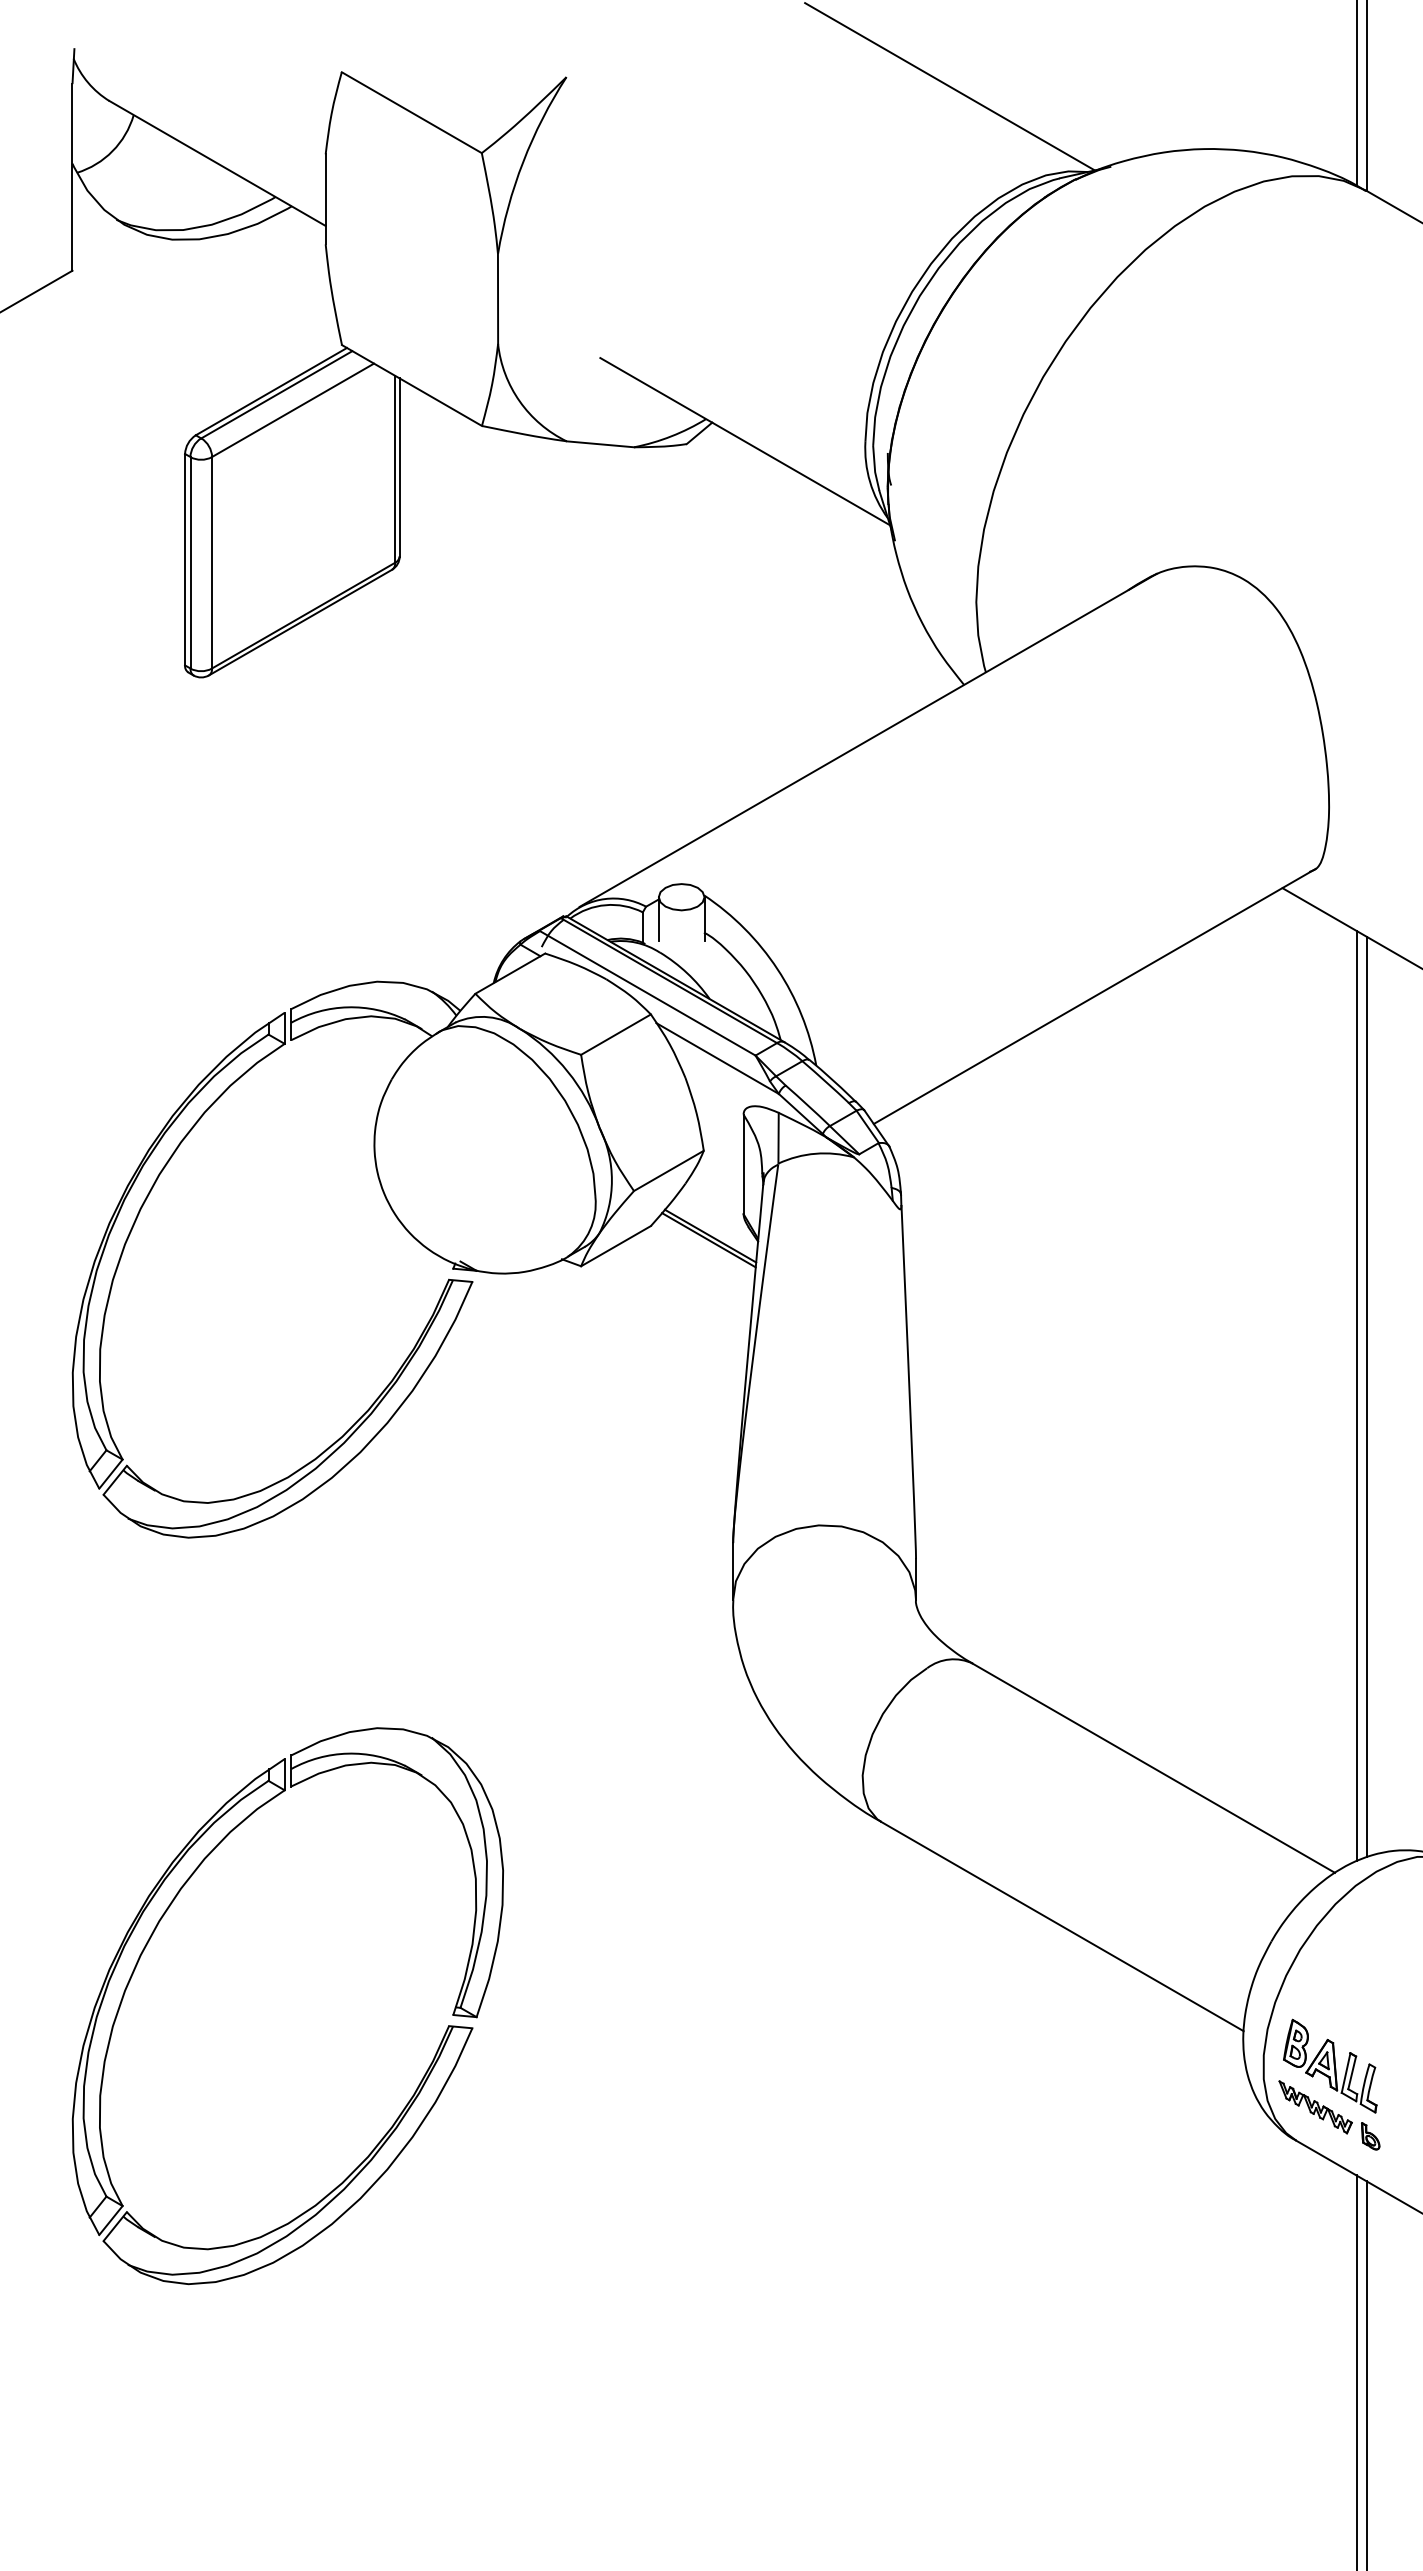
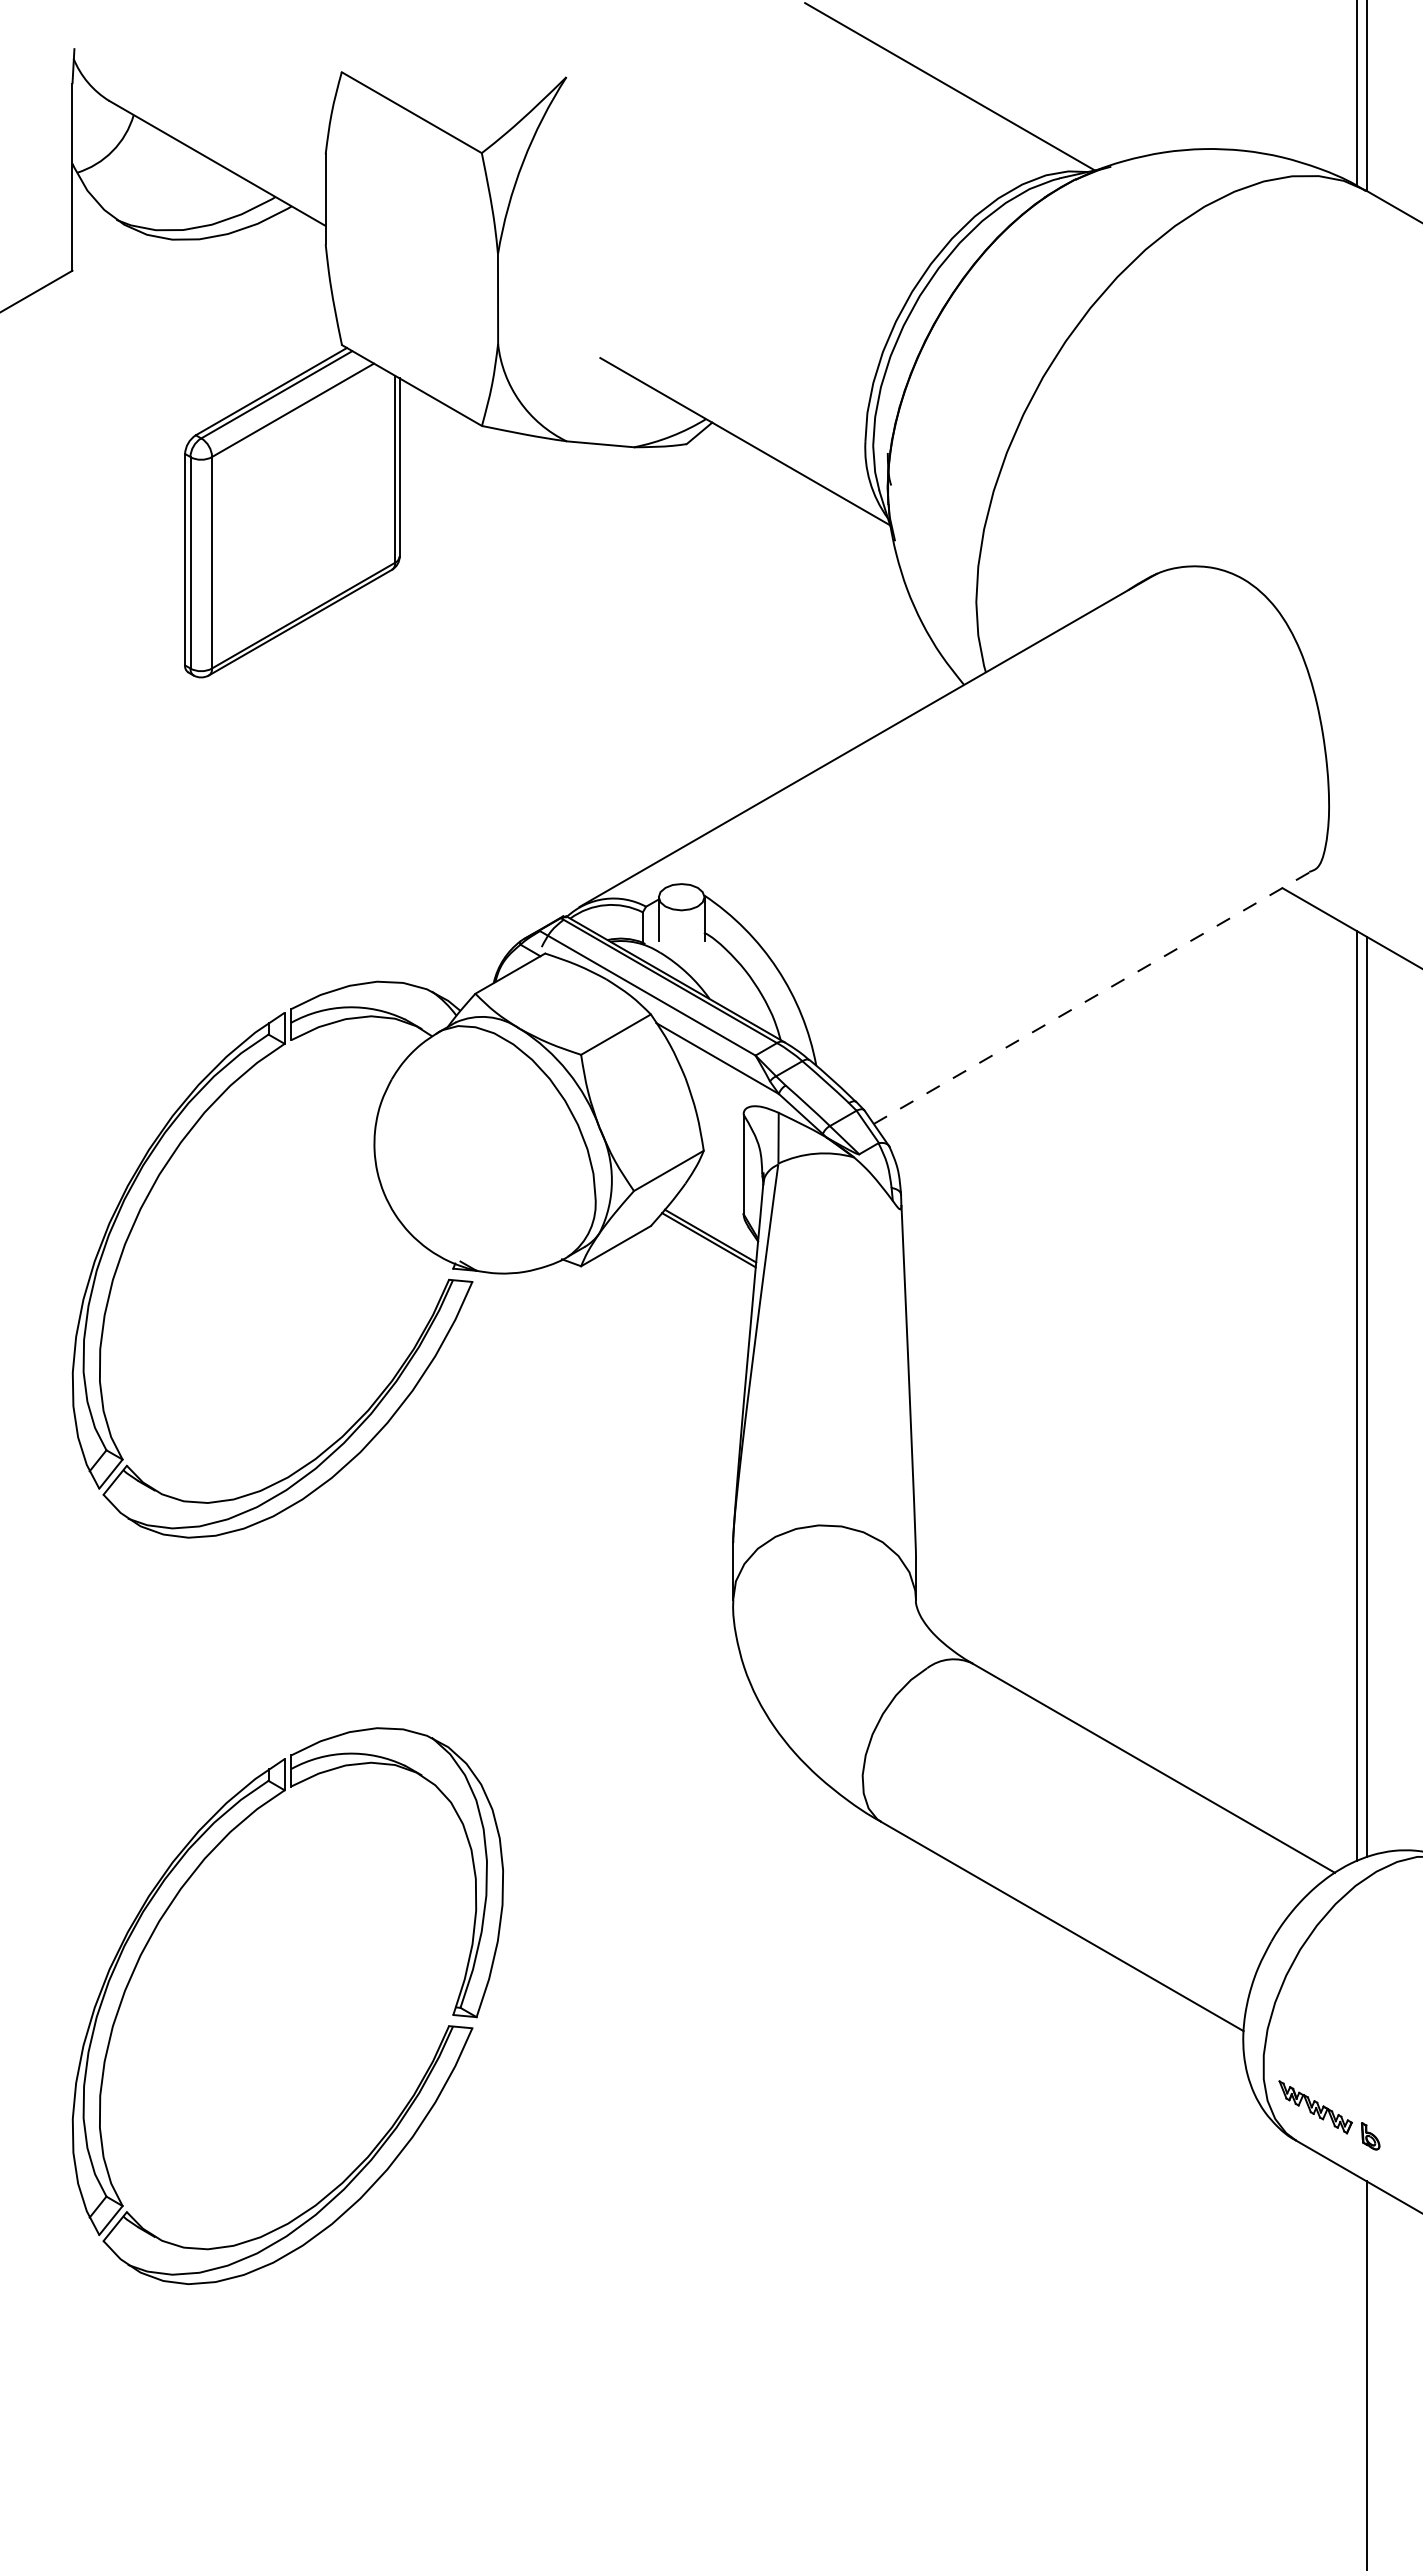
line at (1095, 996): solid -> dashed
part at (1330, 2065): present -> none
line at (1356, 2371): present -> none
